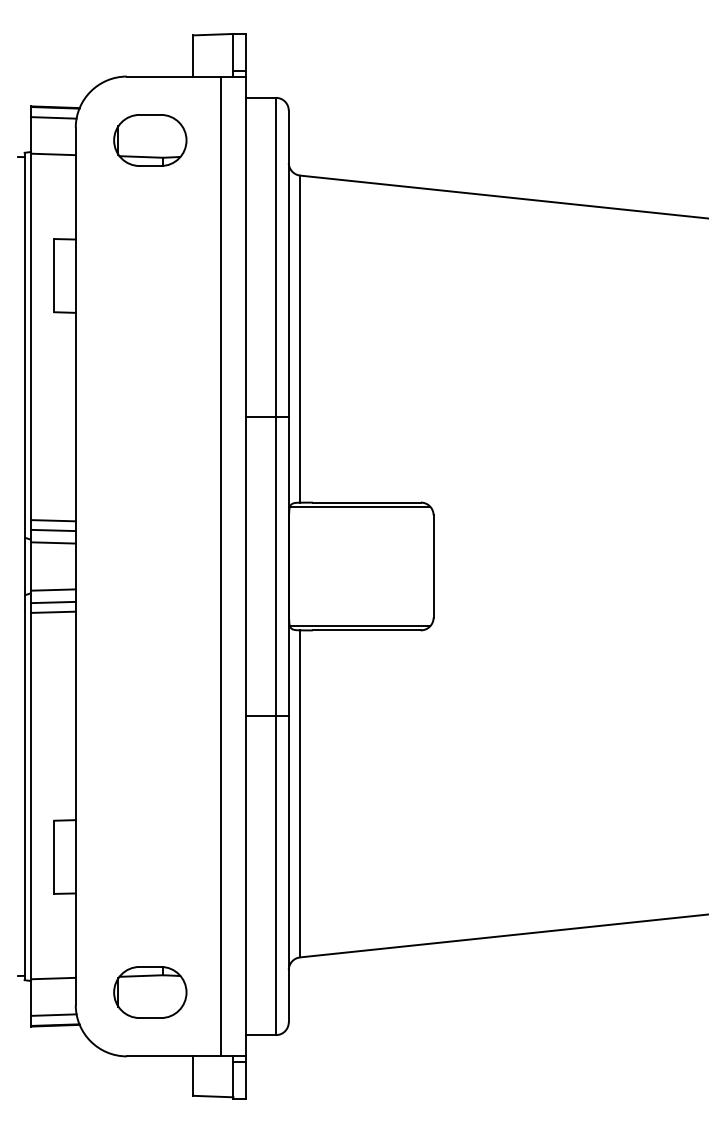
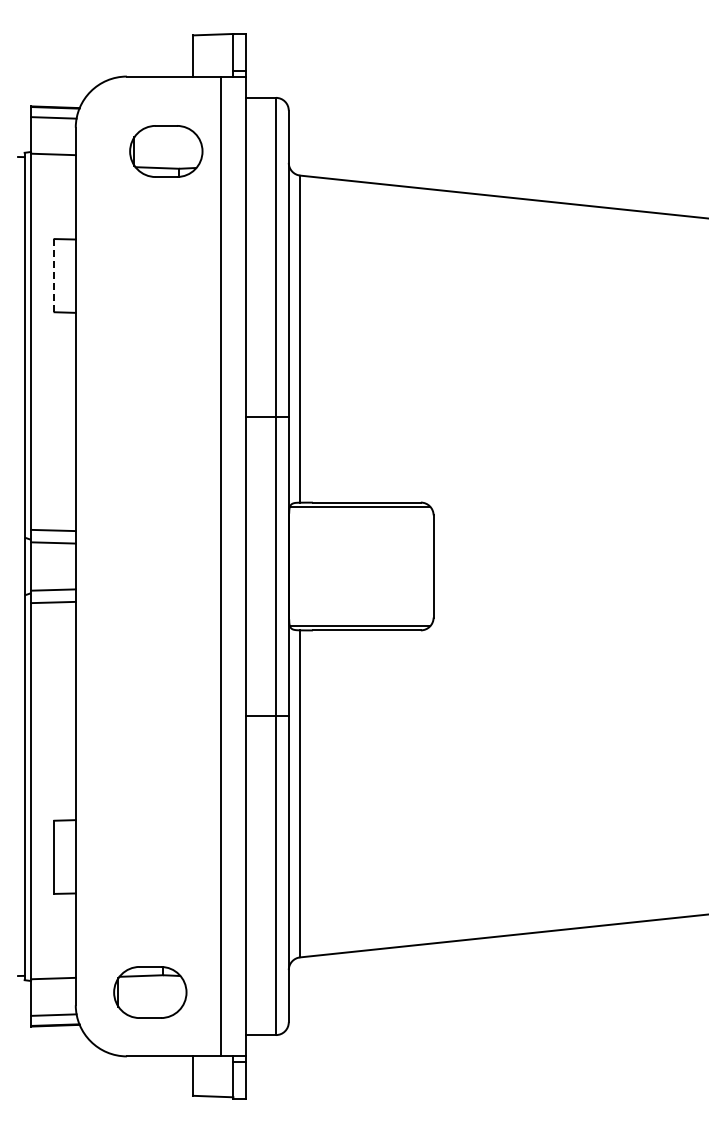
part at (150, 140) position: (150, 140) -> (166, 151)
line at (54, 275): solid -> dashed
line at (53, 520): present -> none
line at (53, 611): present -> none
